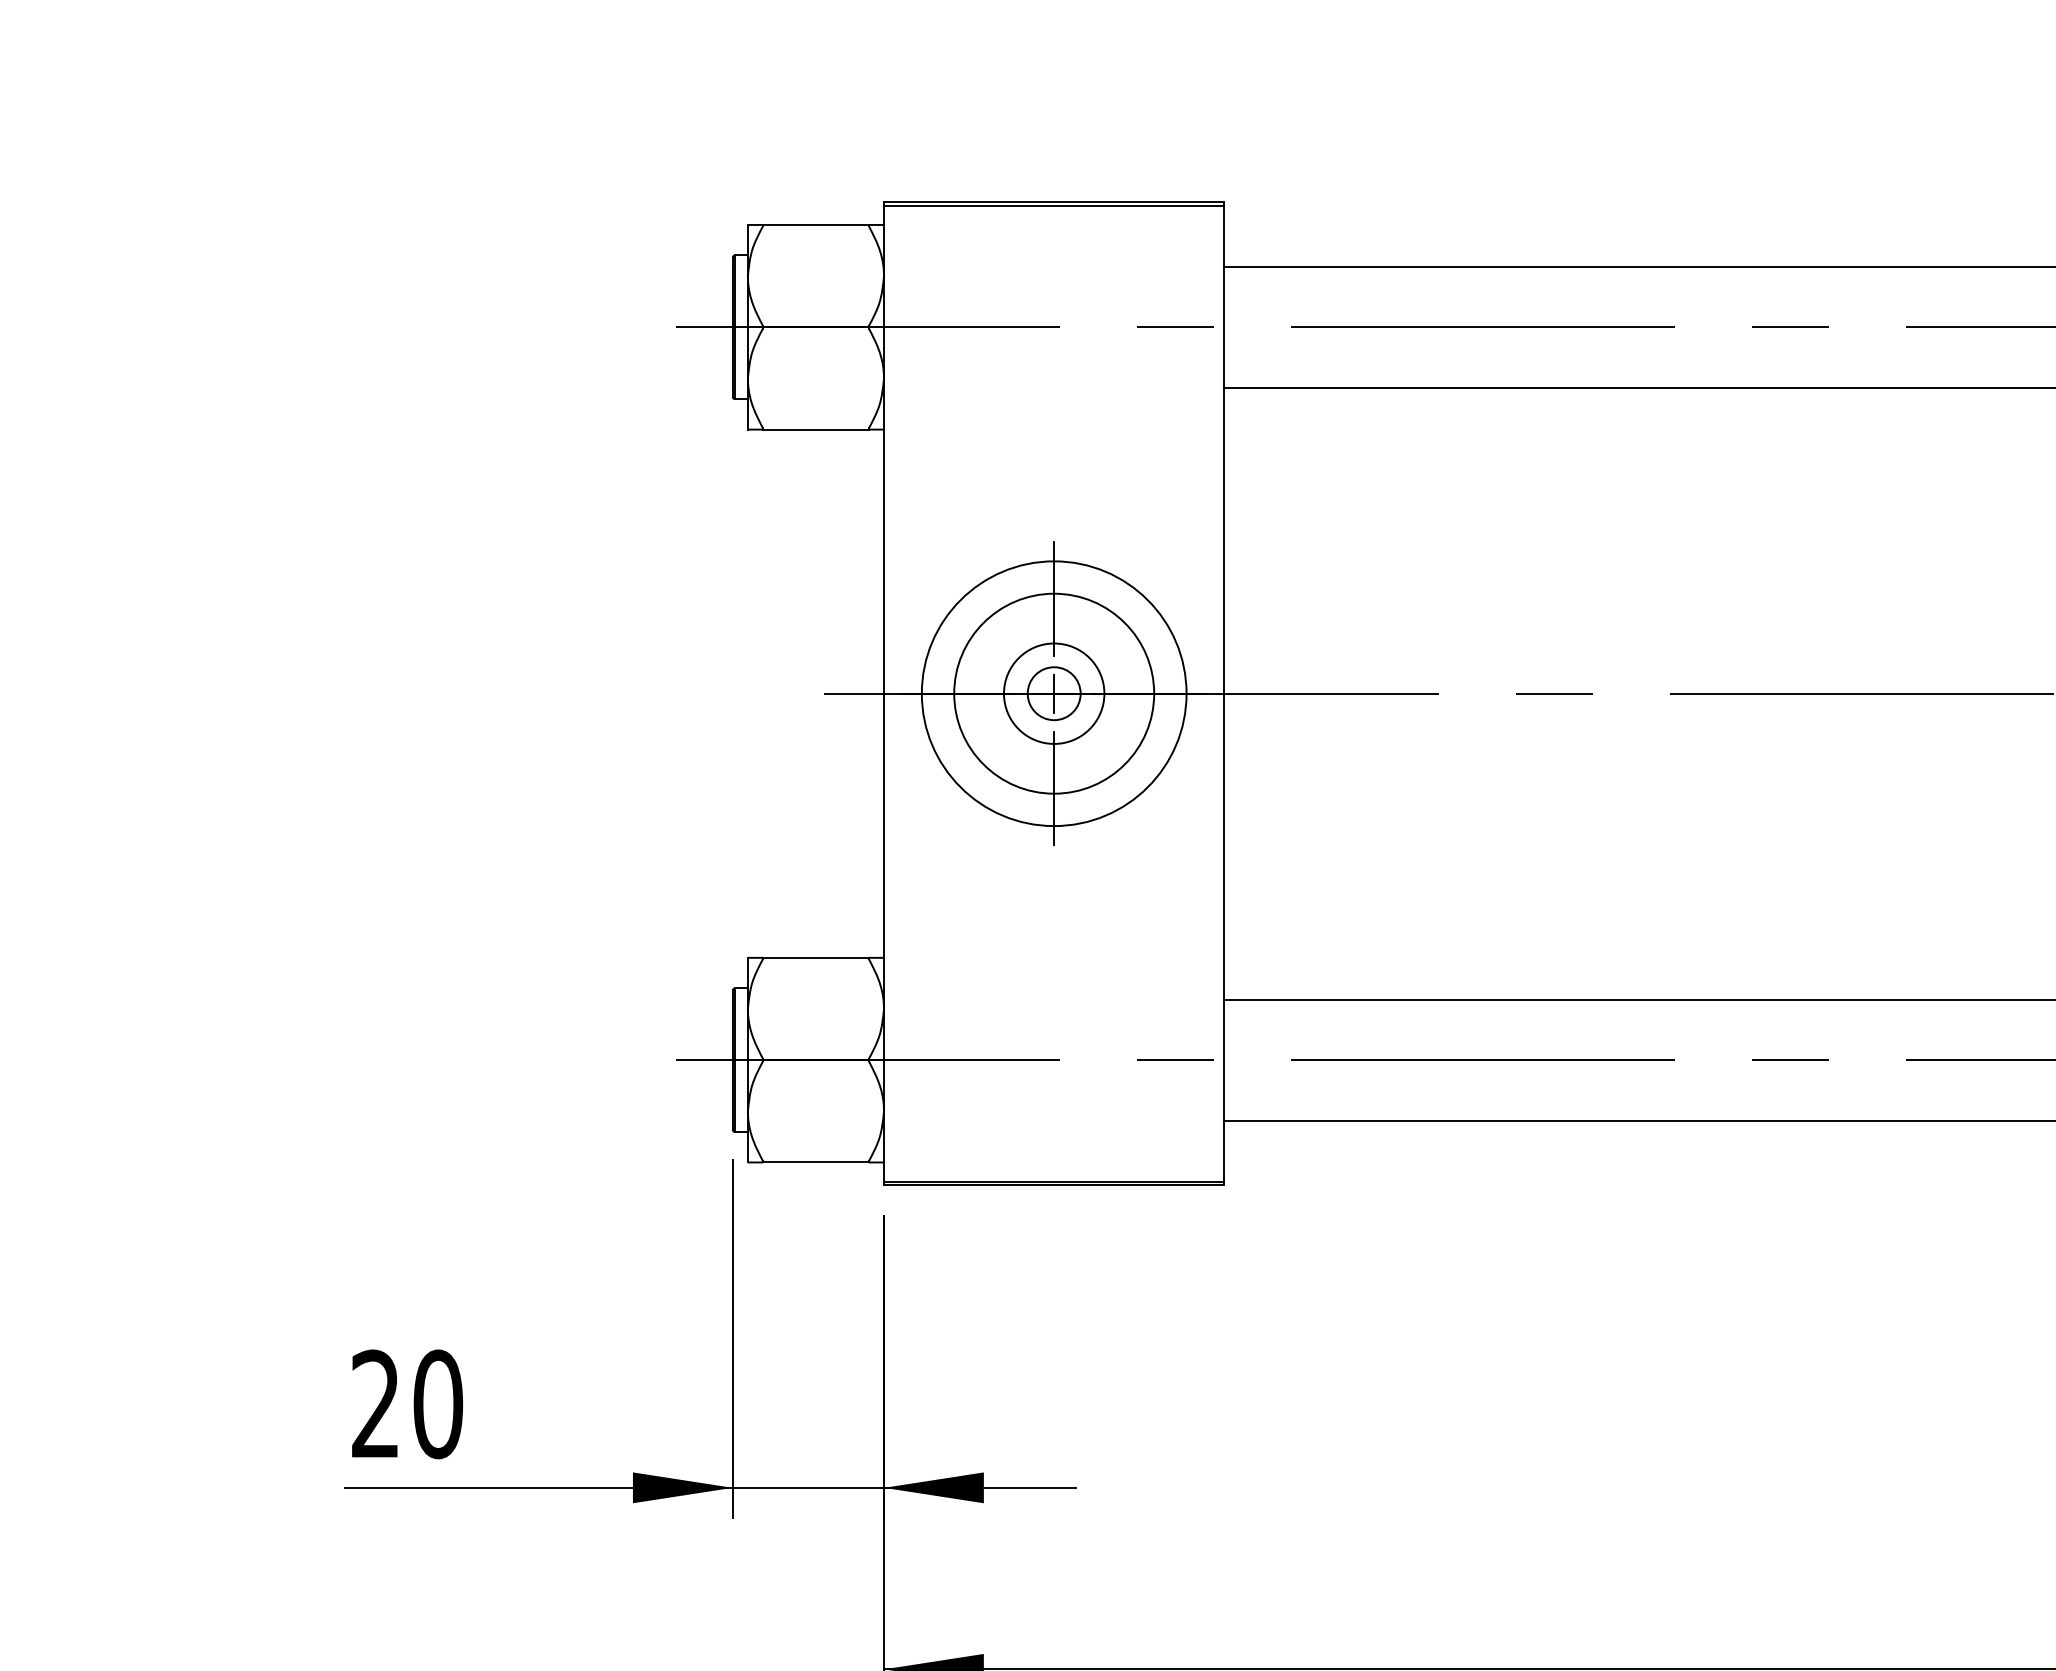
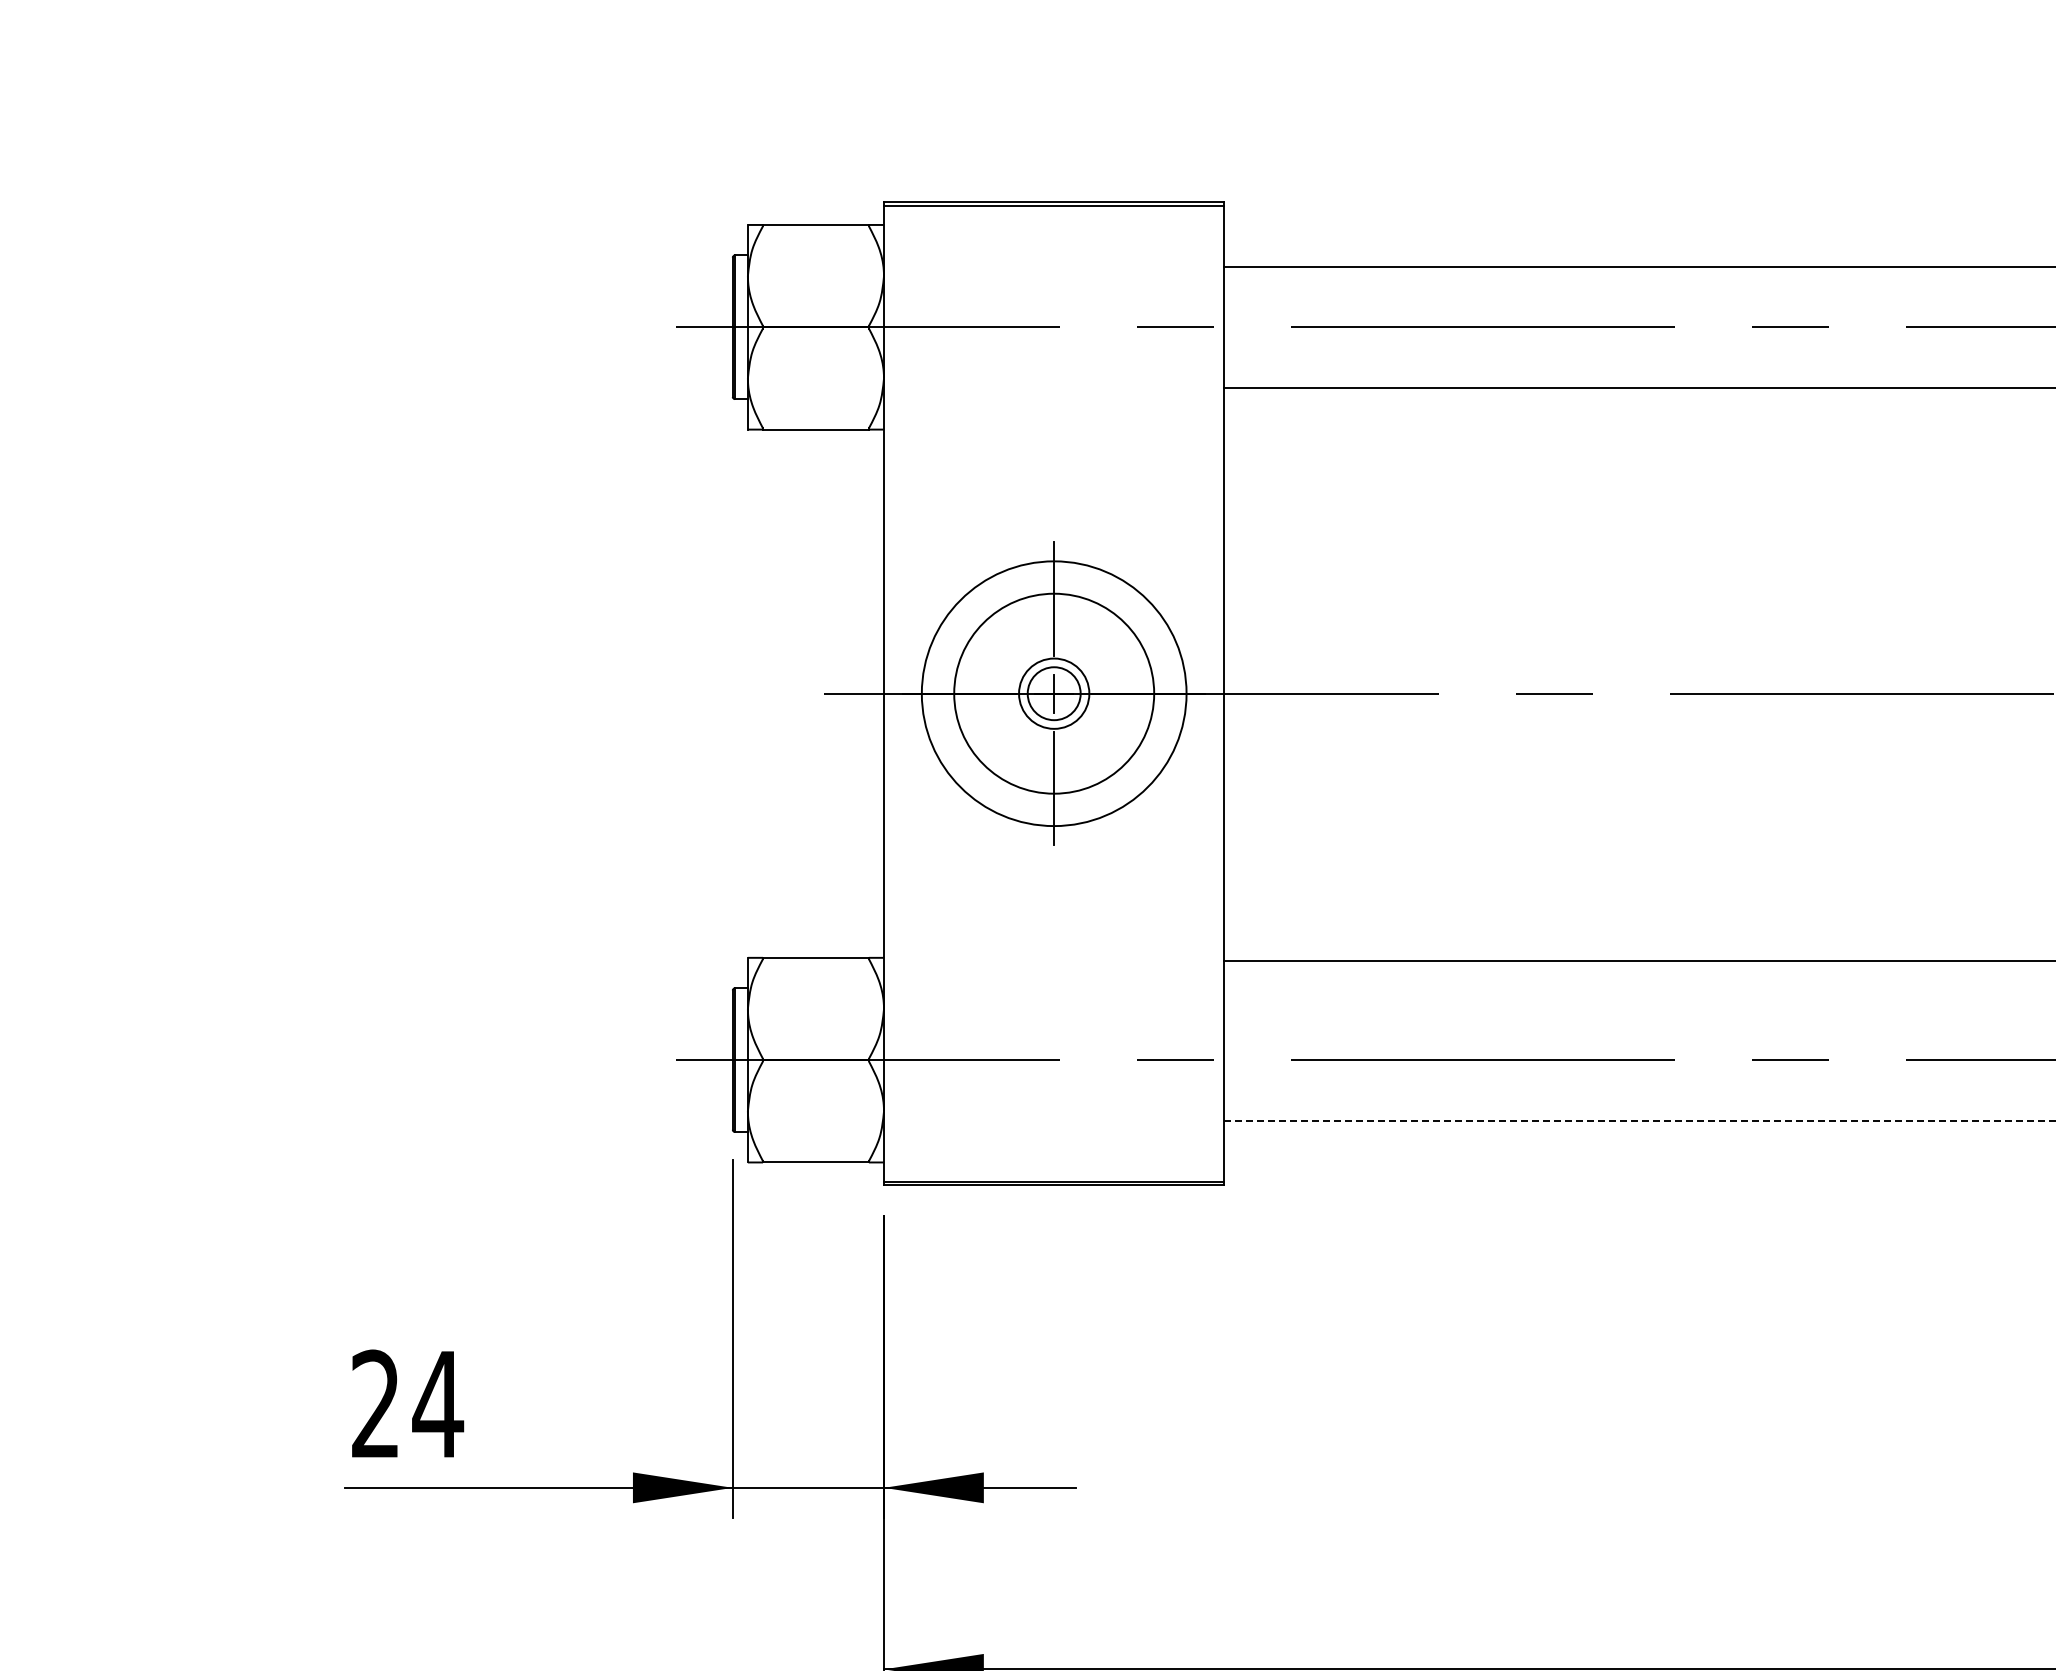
circle at (1053, 693) diameter: 100 px -> 70 px
line at (1638, 999) position: (1638, 999) -> (1638, 960)
line at (1640, 1120): solid -> dashed
text at (438, 1404): 20 -> 24
